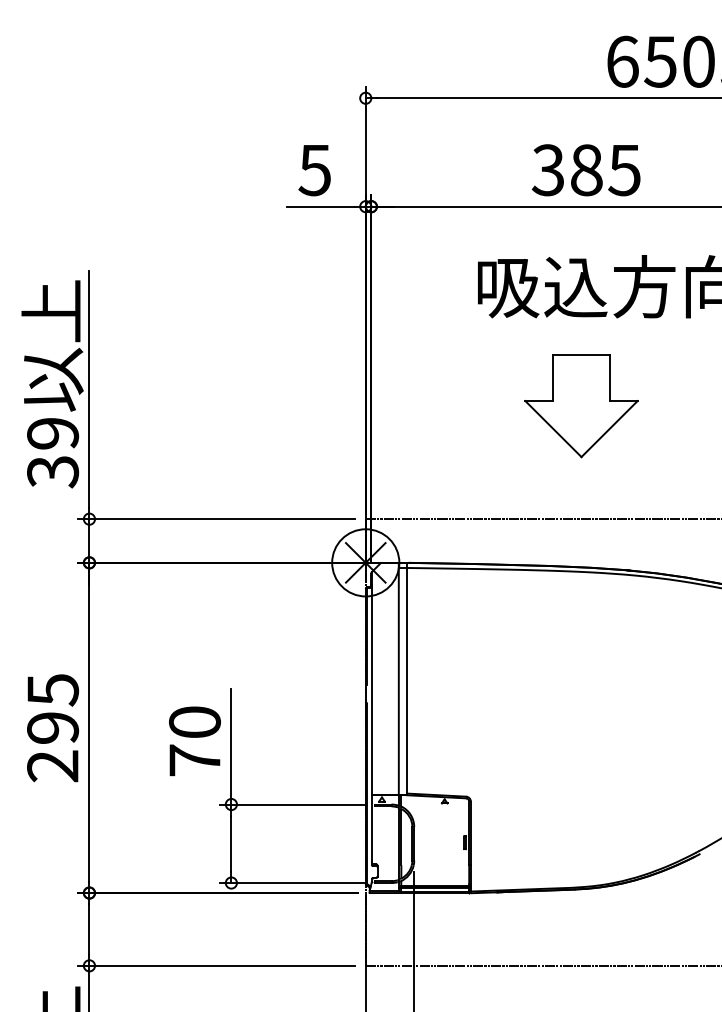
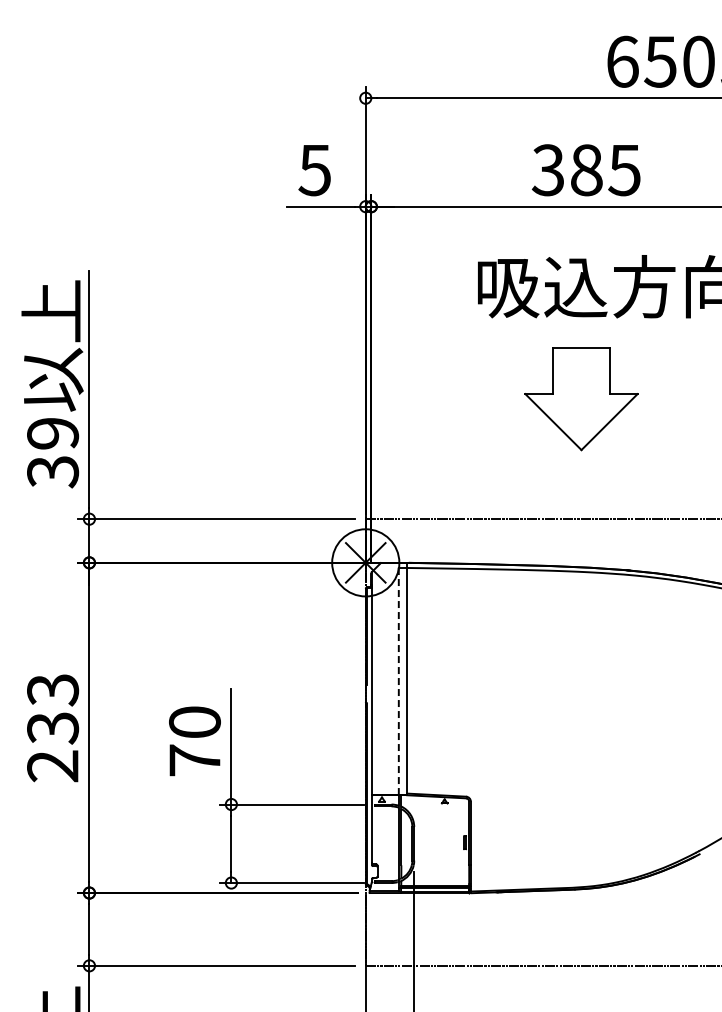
part at (581, 406) position: (581, 406) -> (581, 399)
line at (398, 679): solid -> dashed
text at (53, 709): 295 -> 233
